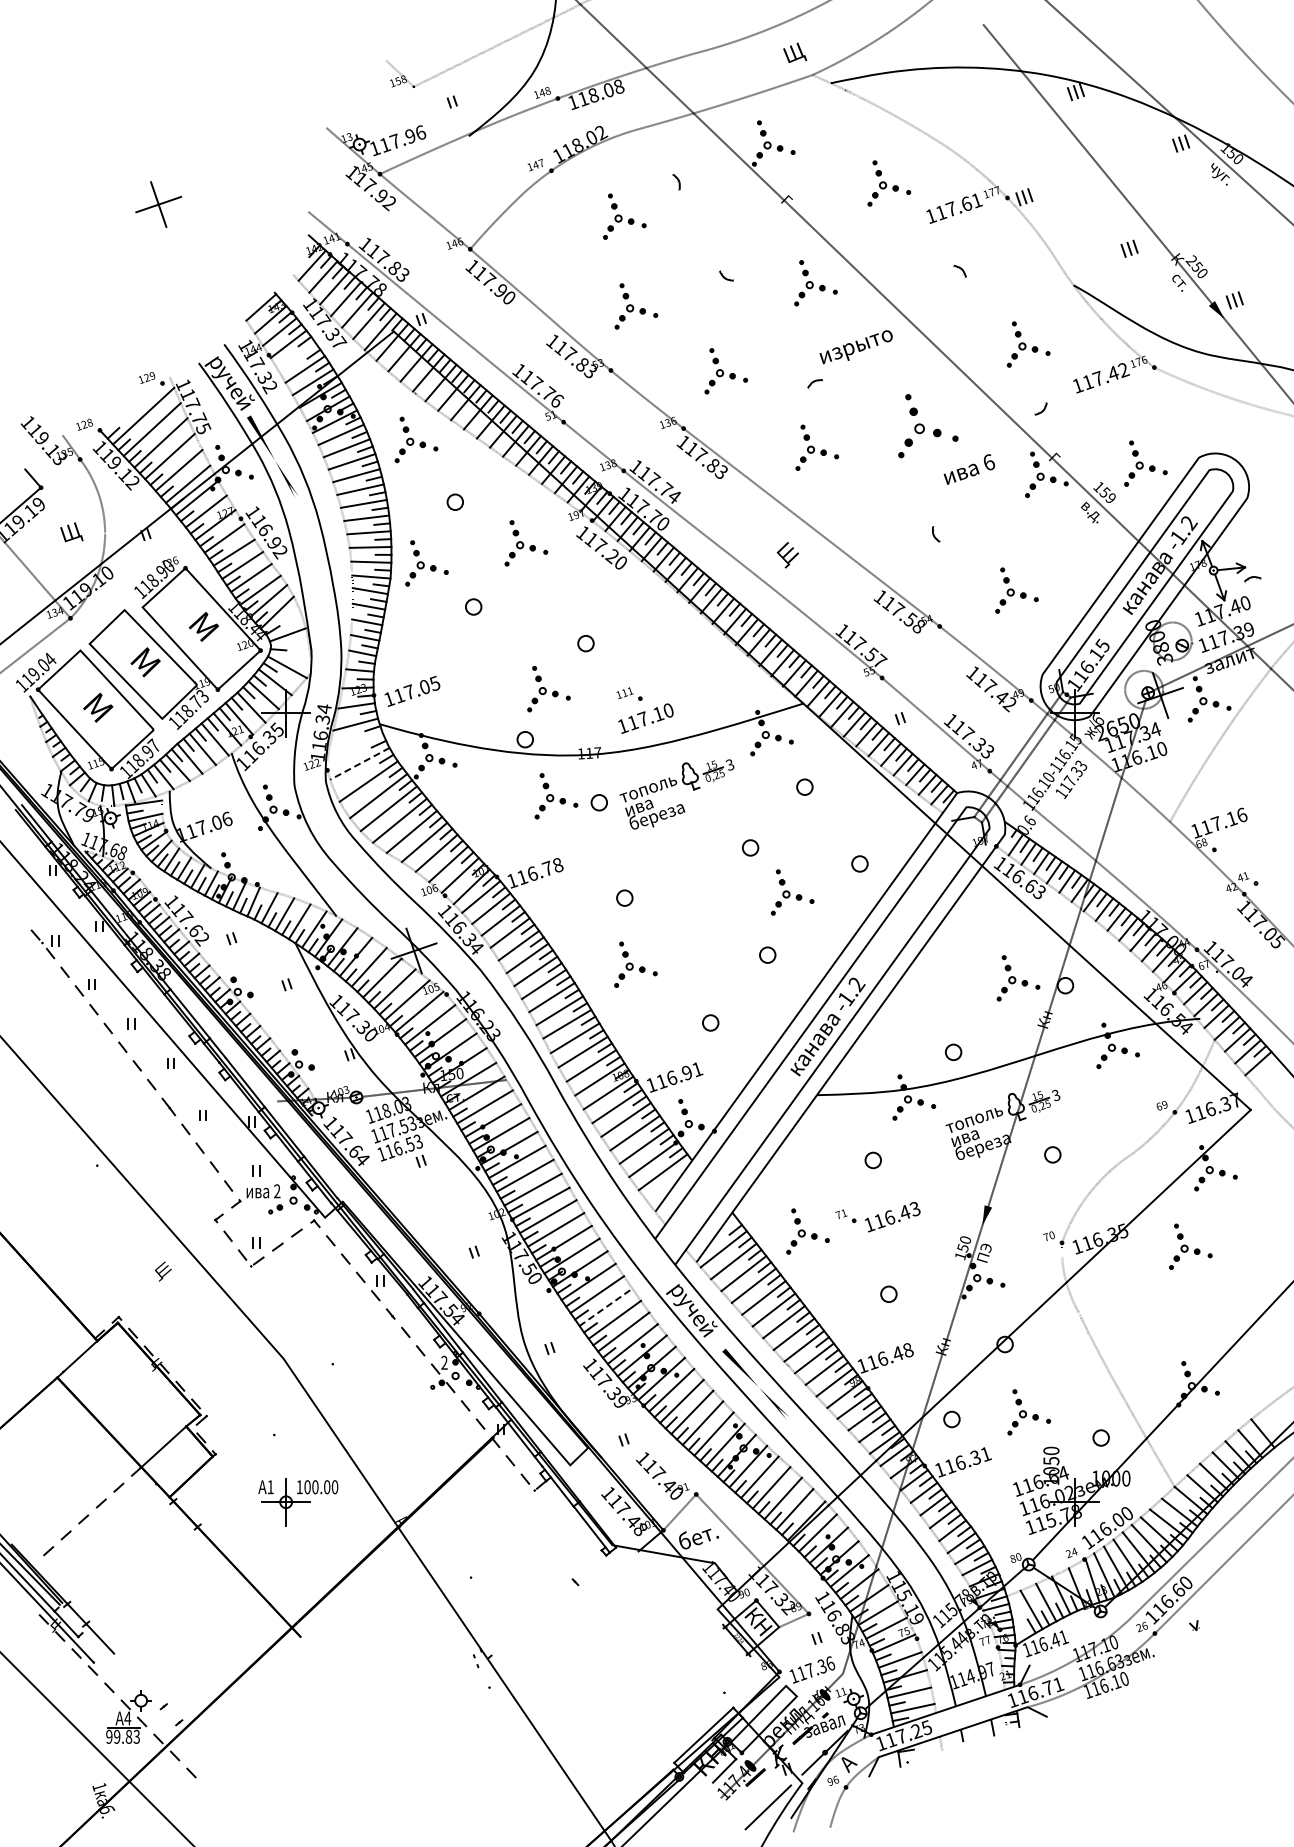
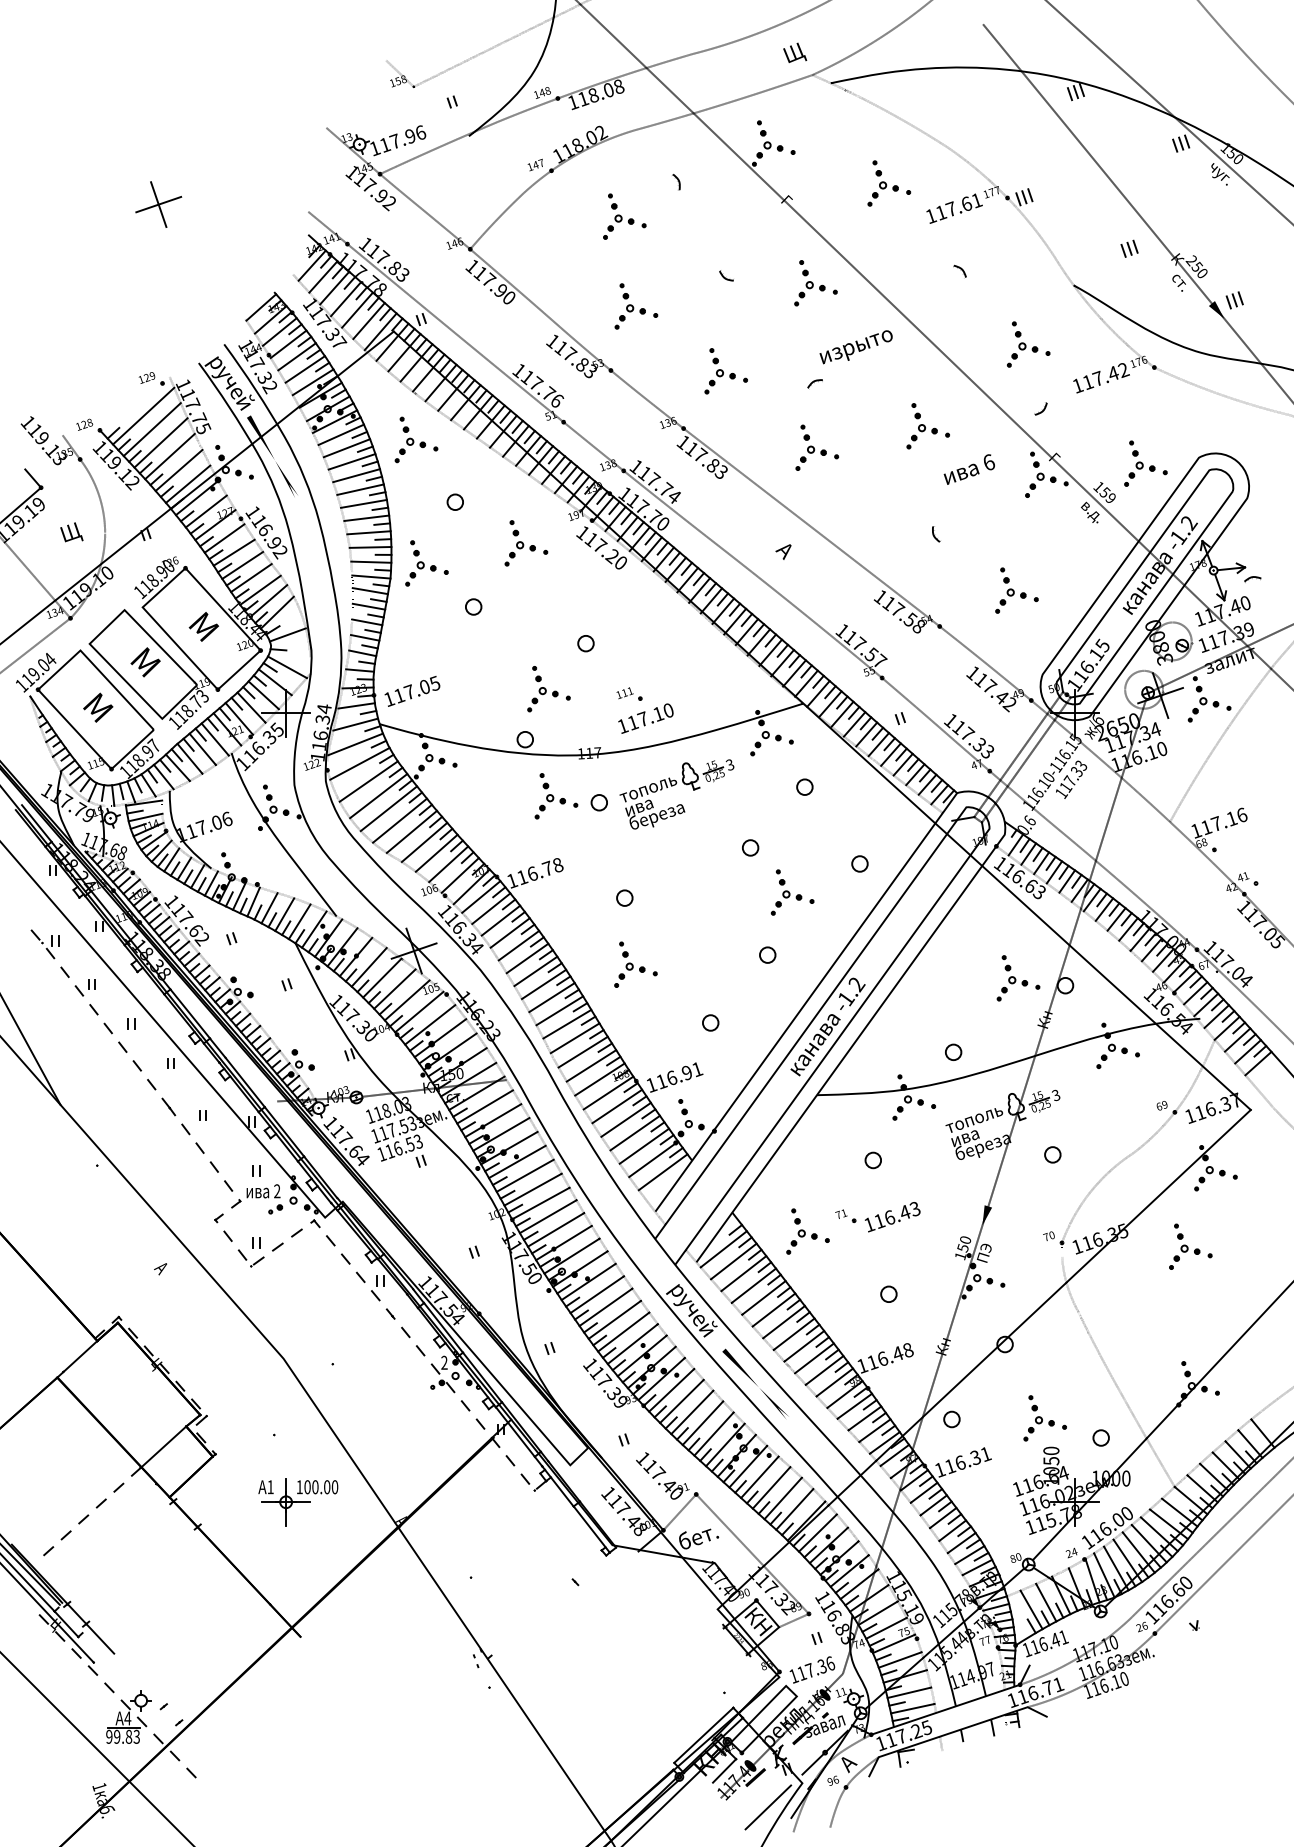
line at (296, 356): none -> present
part at (928, 426) size: 61x65 px -> 44x47 px
text at (787, 555): Щ -> А
line at (355, 744): none -> present
line at (359, 763): dashed -> solid
line at (31, 1050): none -> present
text at (162, 1271): Щ -> А
line at (606, 1307): dashed -> solid
part at (1028, 1412) position: (1028, 1412) -> (1044, 1418)
